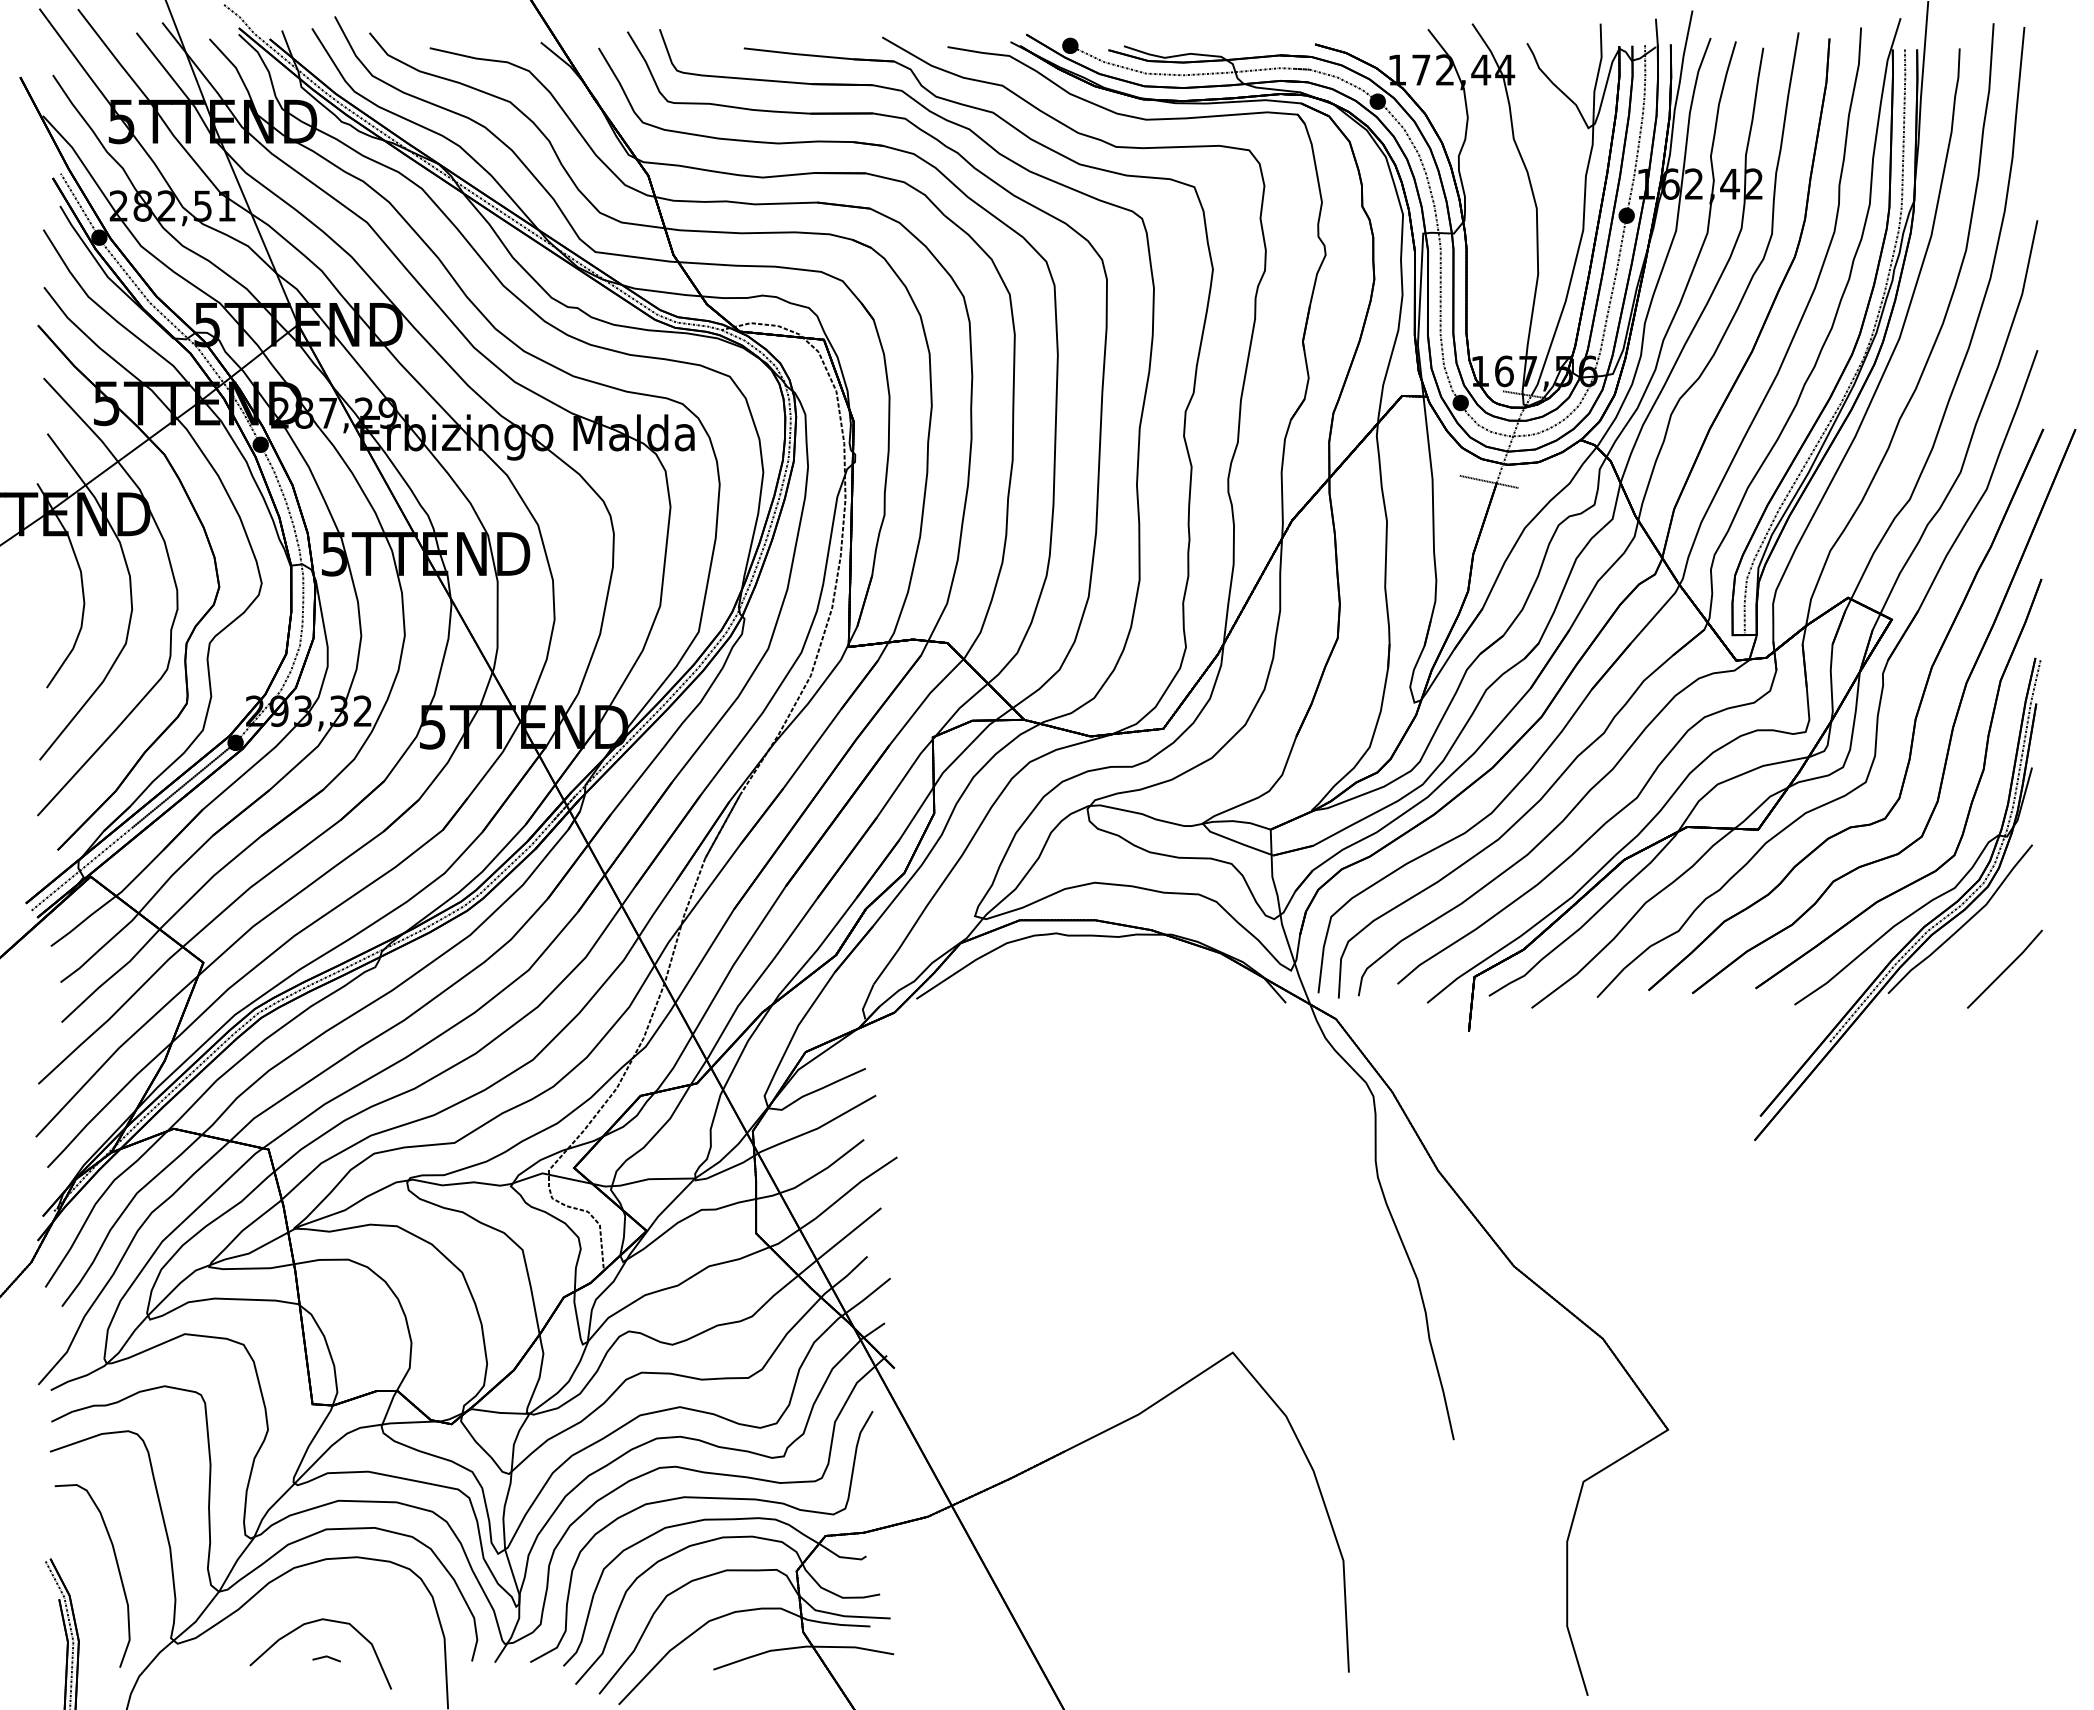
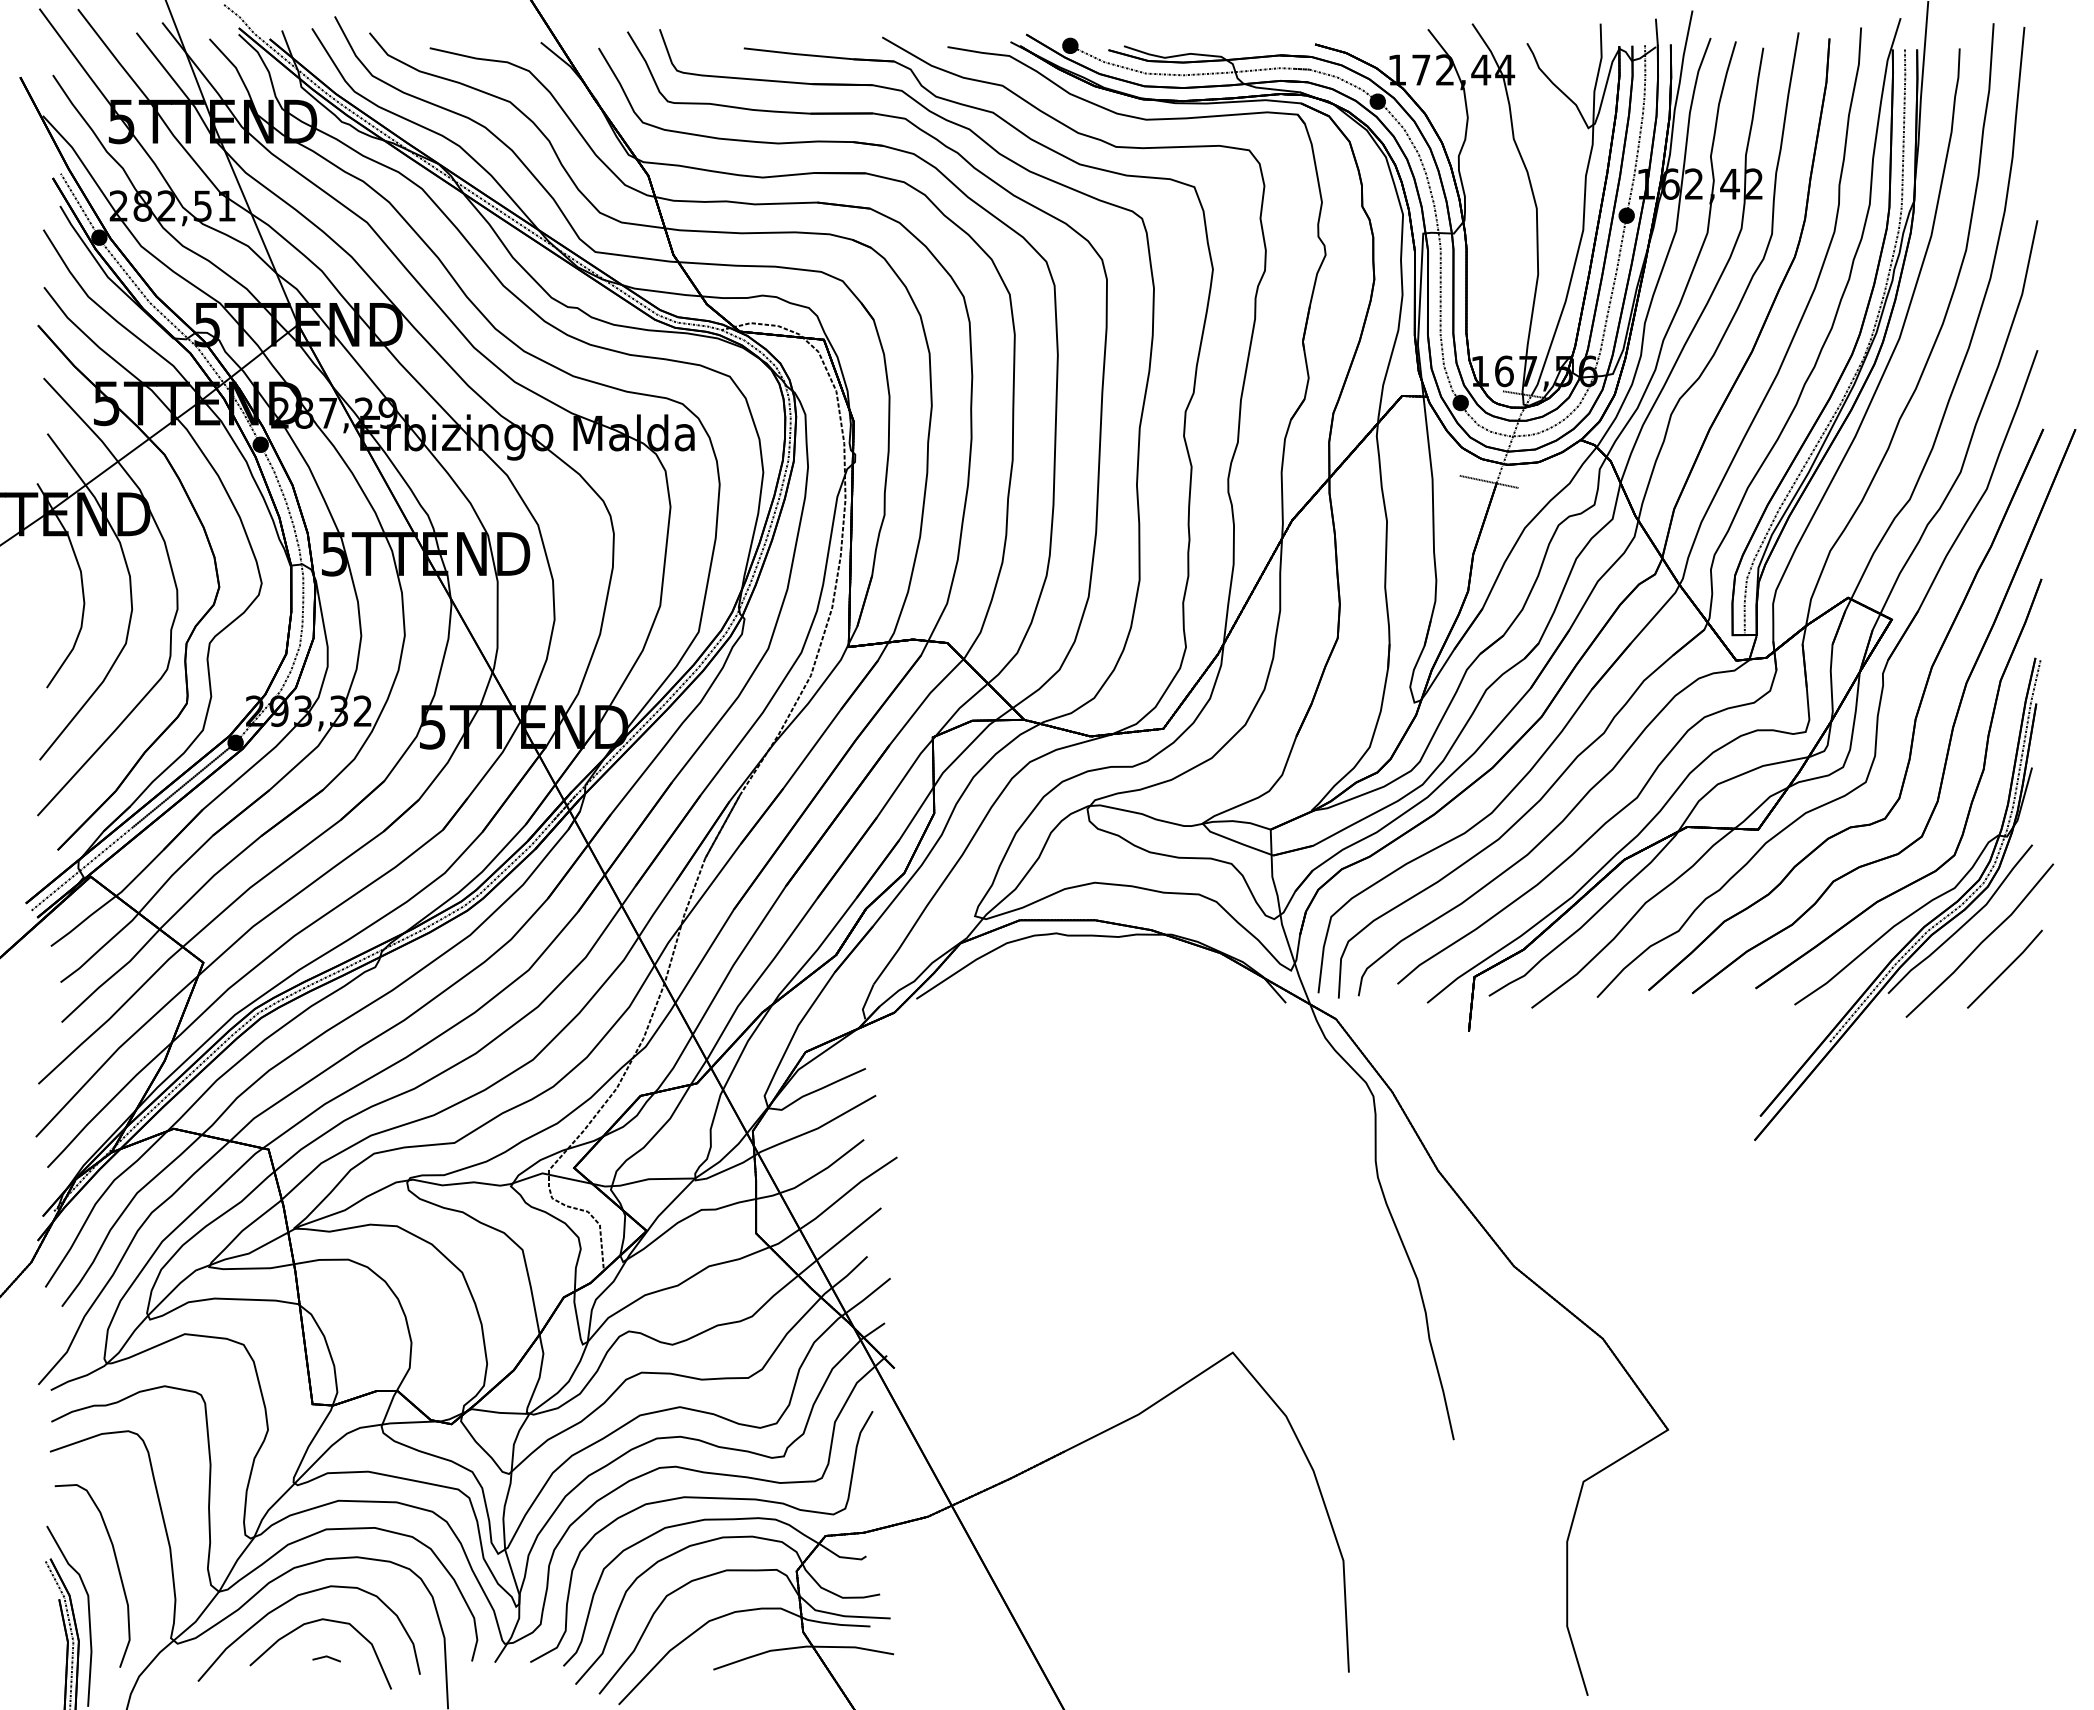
line at (1981, 941): none -> present
curve at (288, 1602): none -> present
curve at (88, 1615): none -> present
